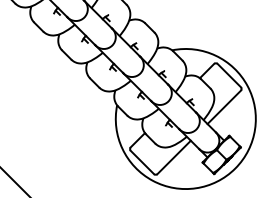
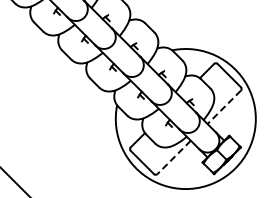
line at (224, 107): solid -> dashed
line at (174, 157): solid -> dashed
